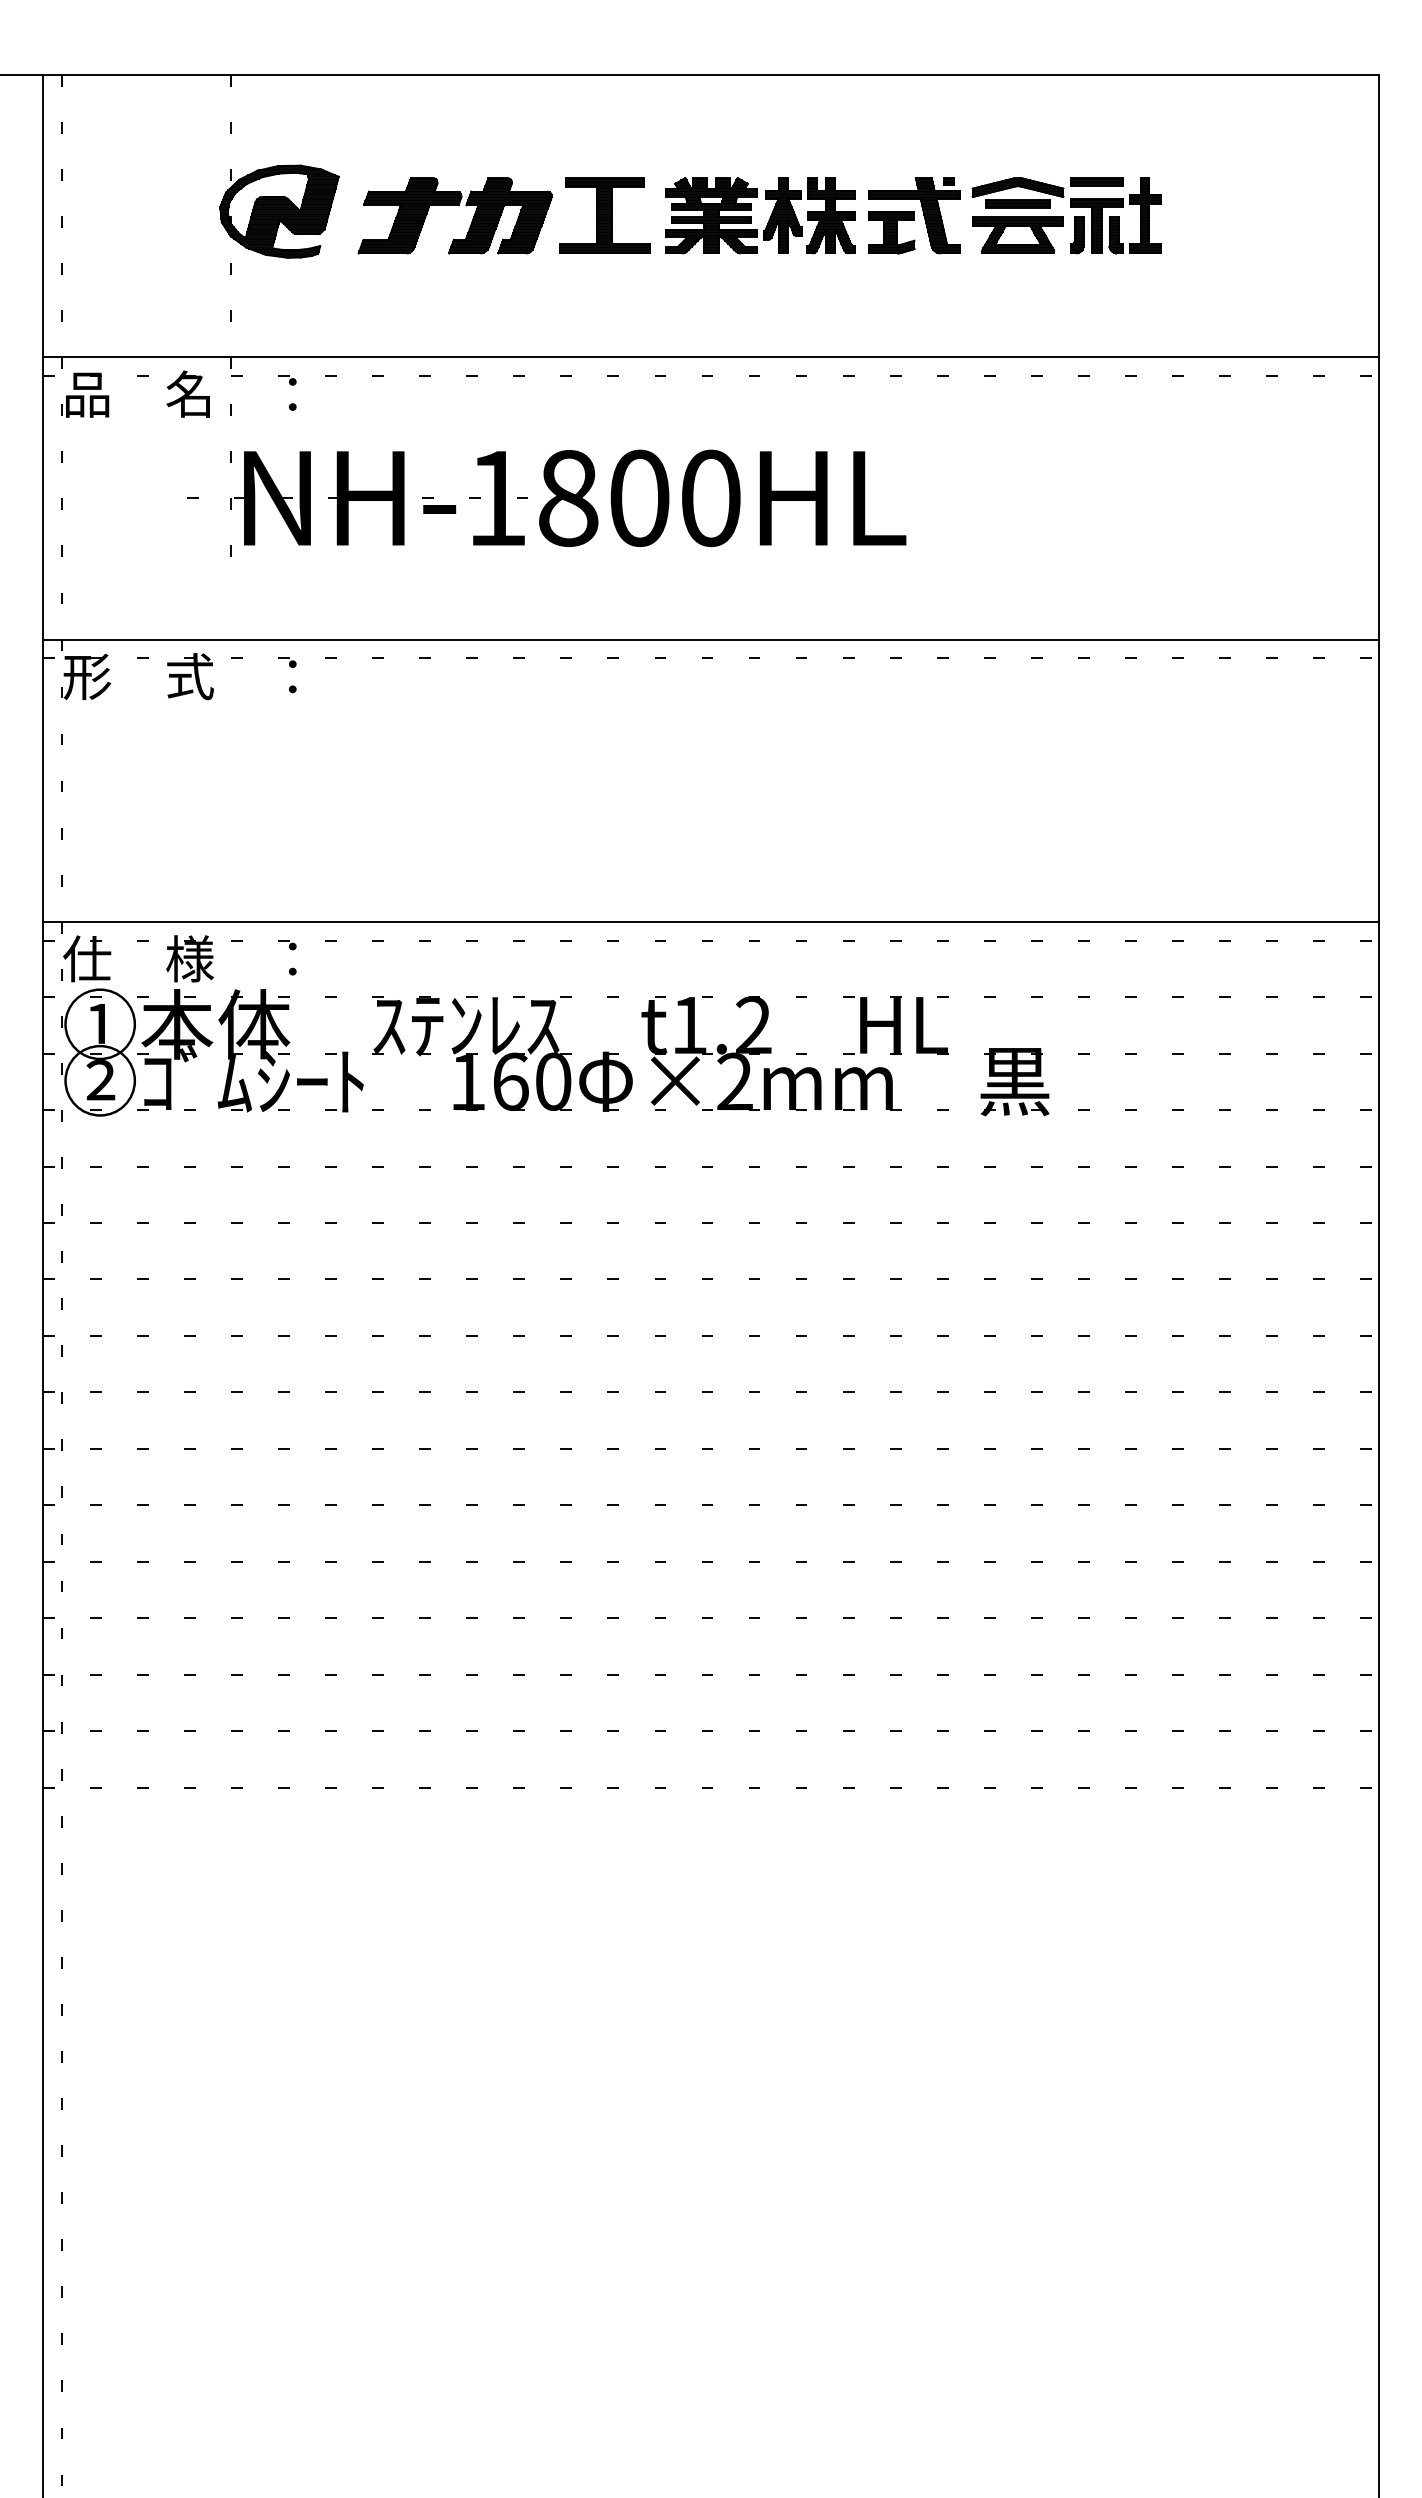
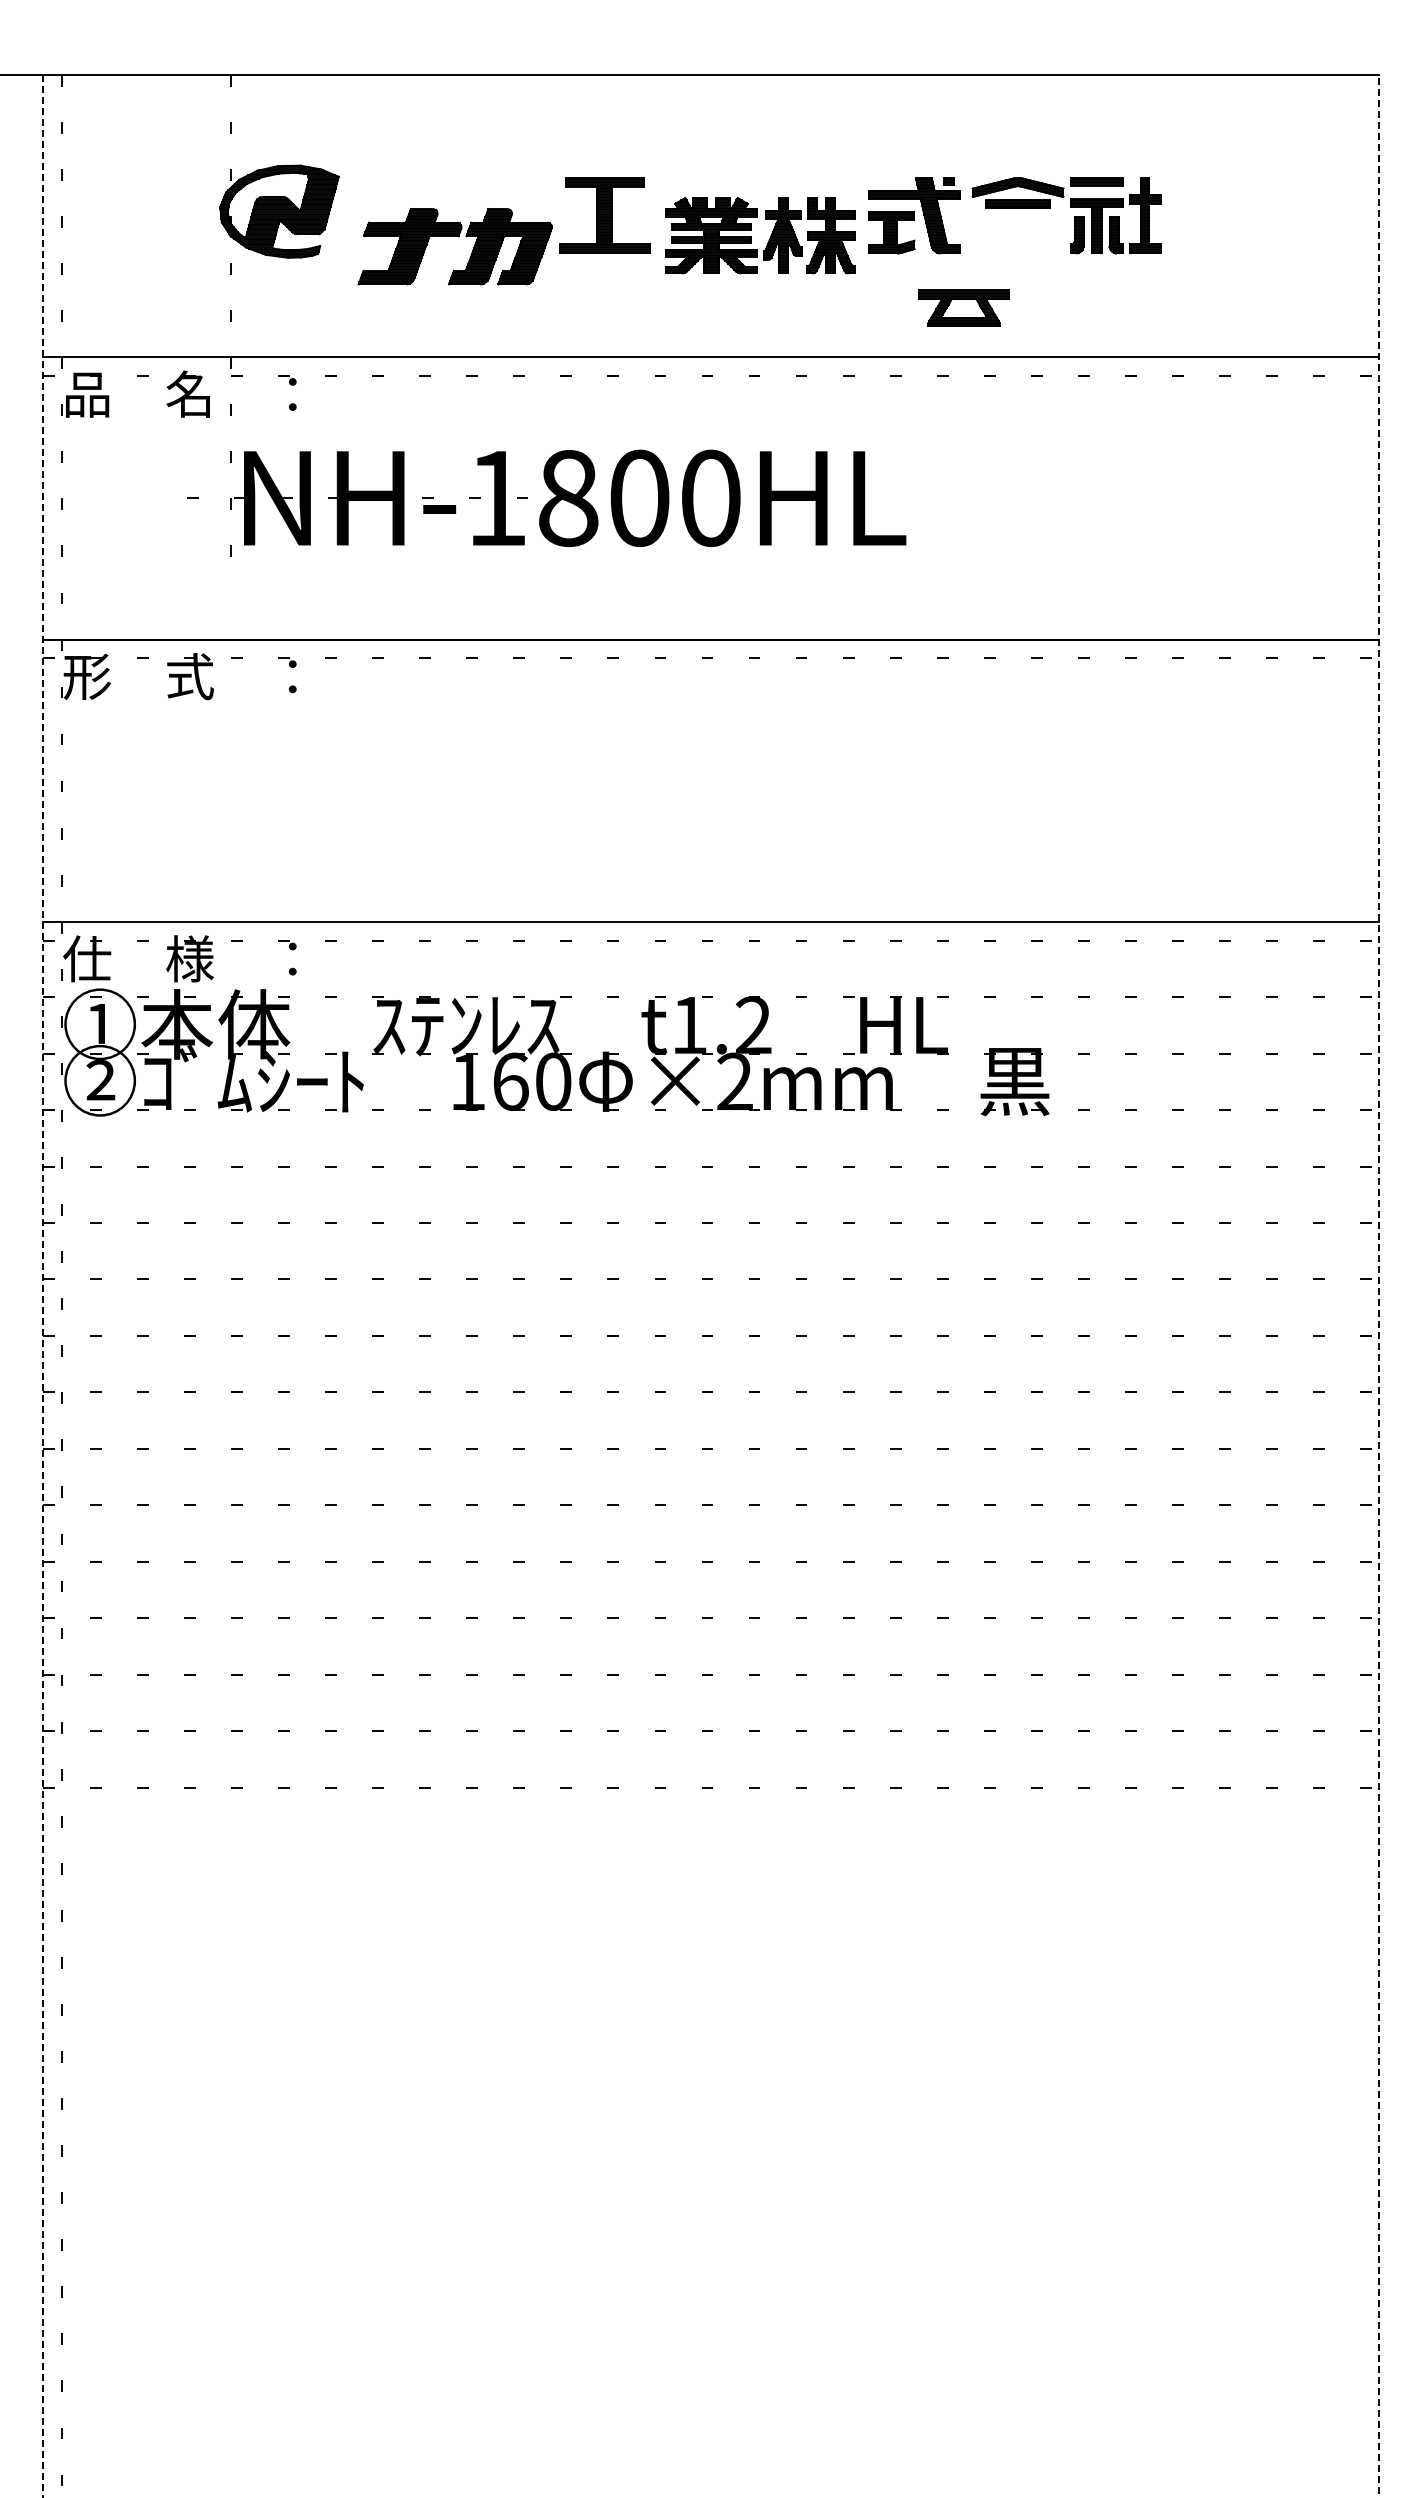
part at (458, 206) position: (458, 206) -> (458, 237)
part at (751, 216) position: (751, 216) -> (751, 236)
part at (1017, 234) position: (1017, 234) -> (963, 307)
line at (1379, 1285): solid -> dashed
line at (42, 1286): solid -> dashed
